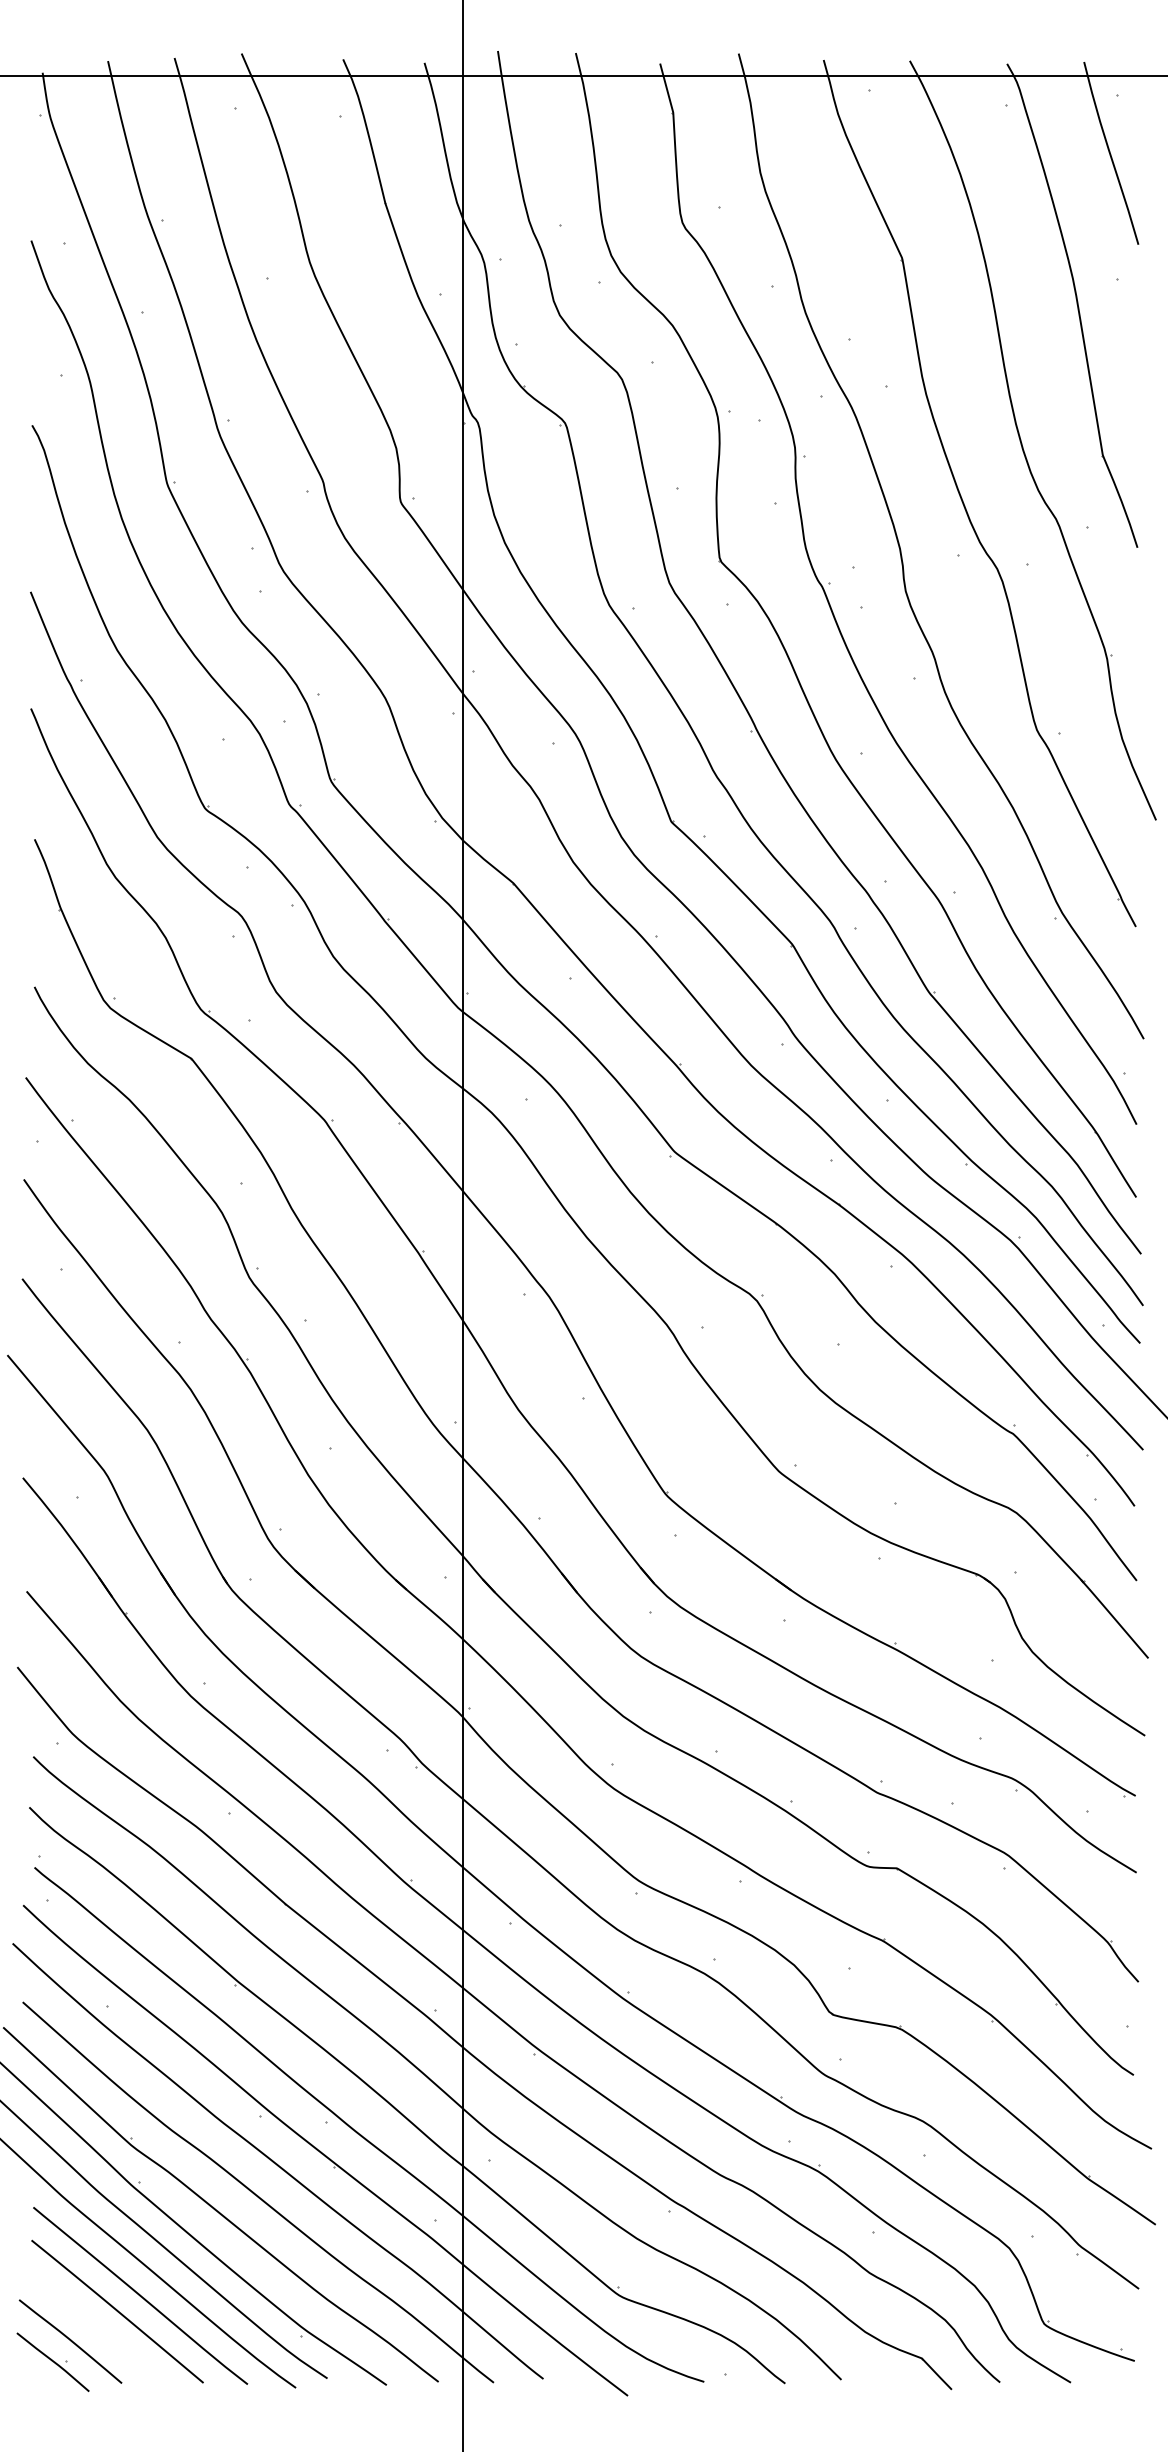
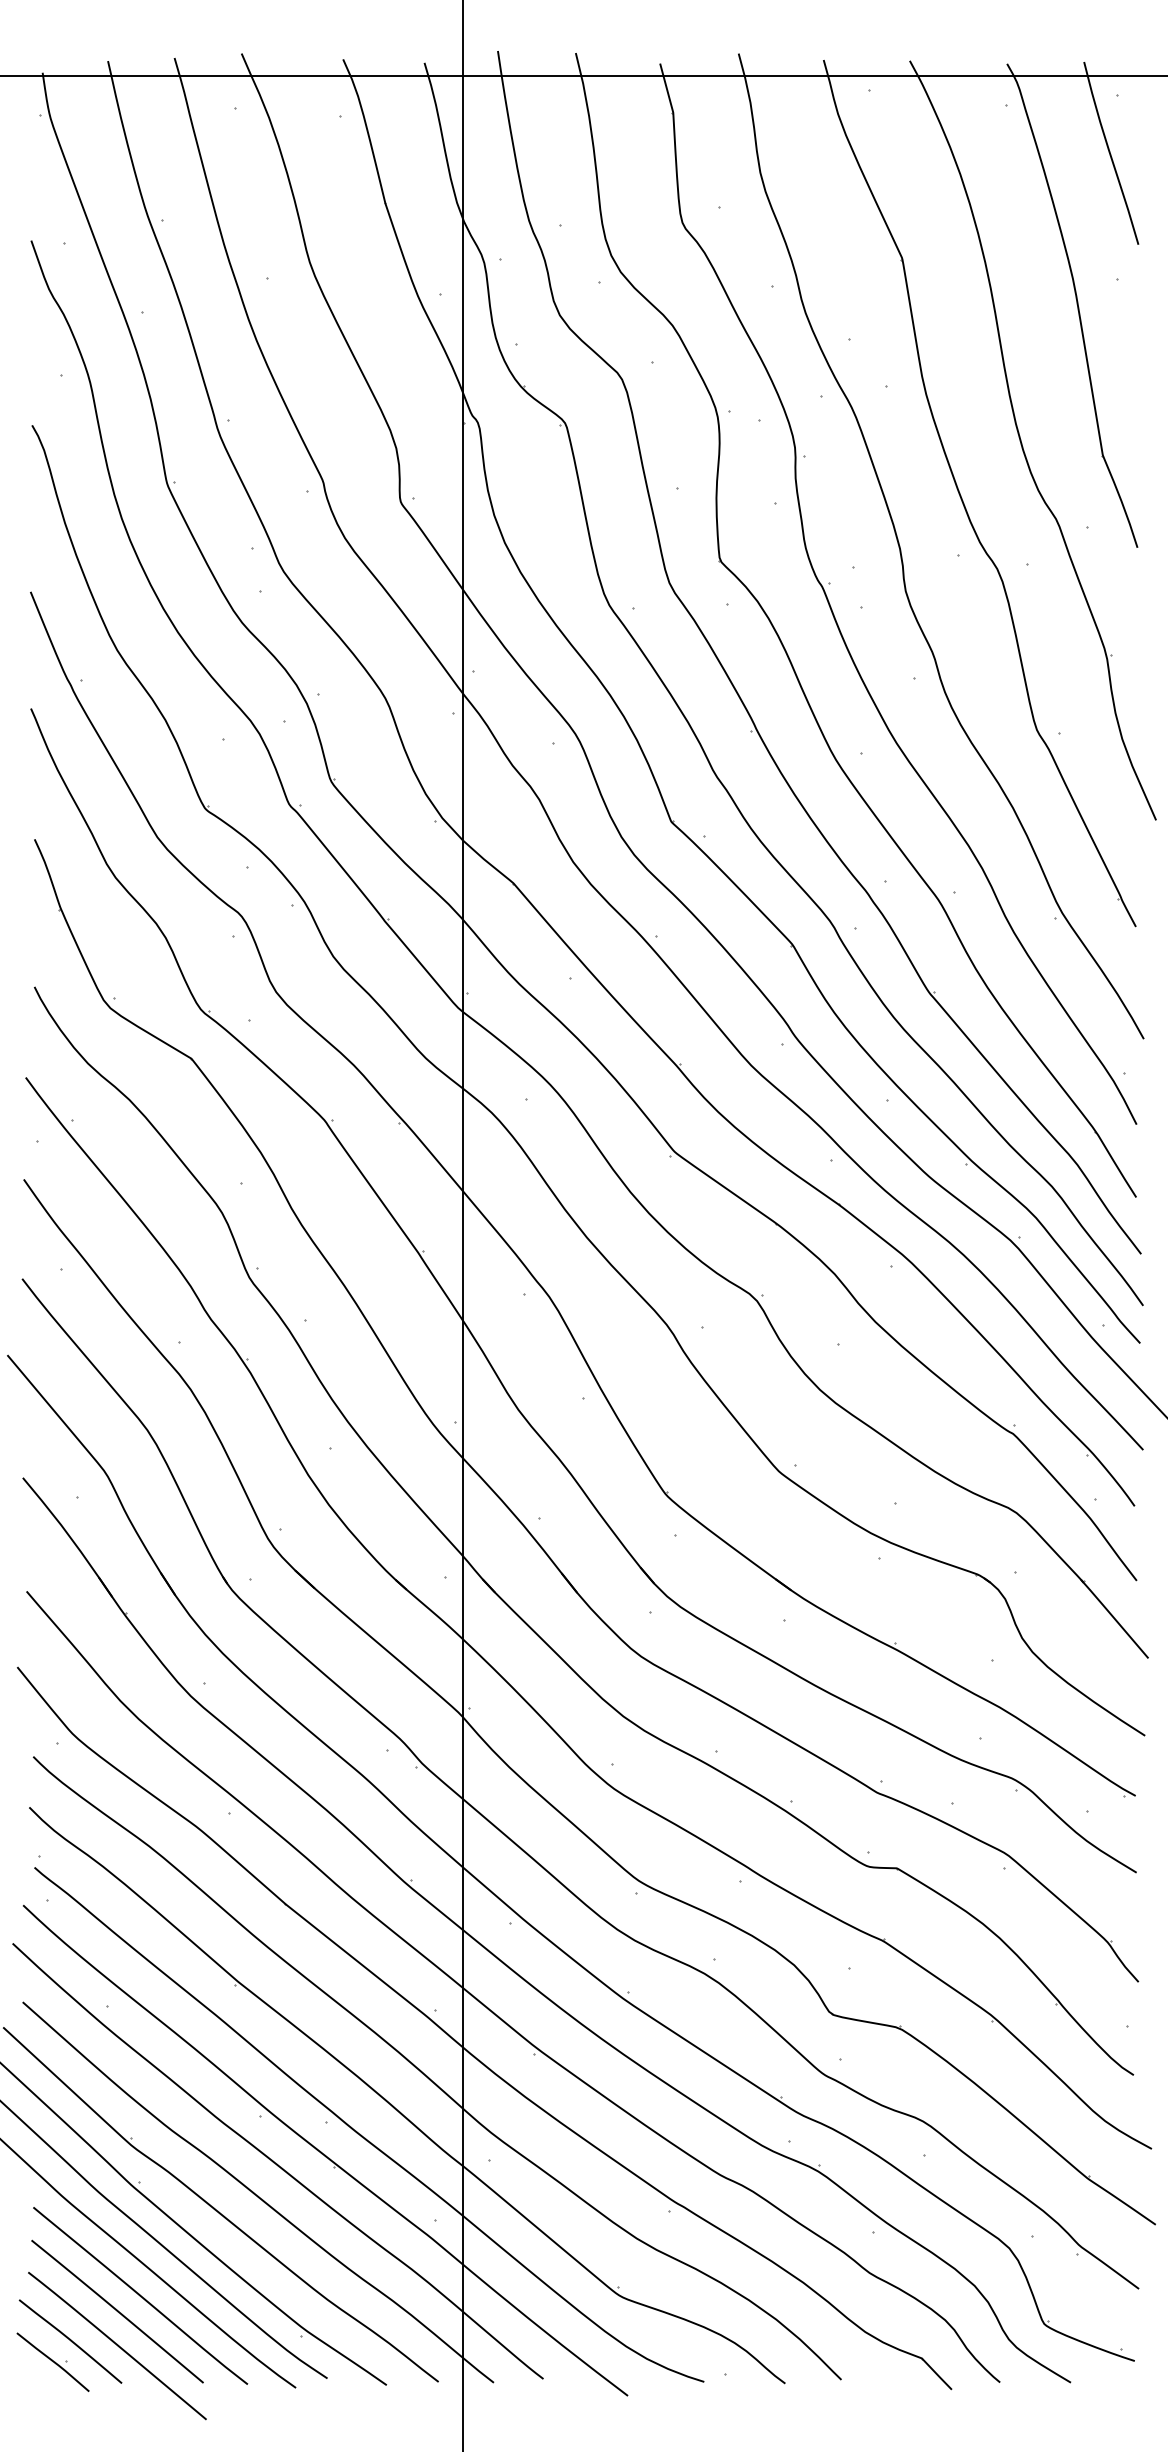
curve at (117, 2346): none -> present
